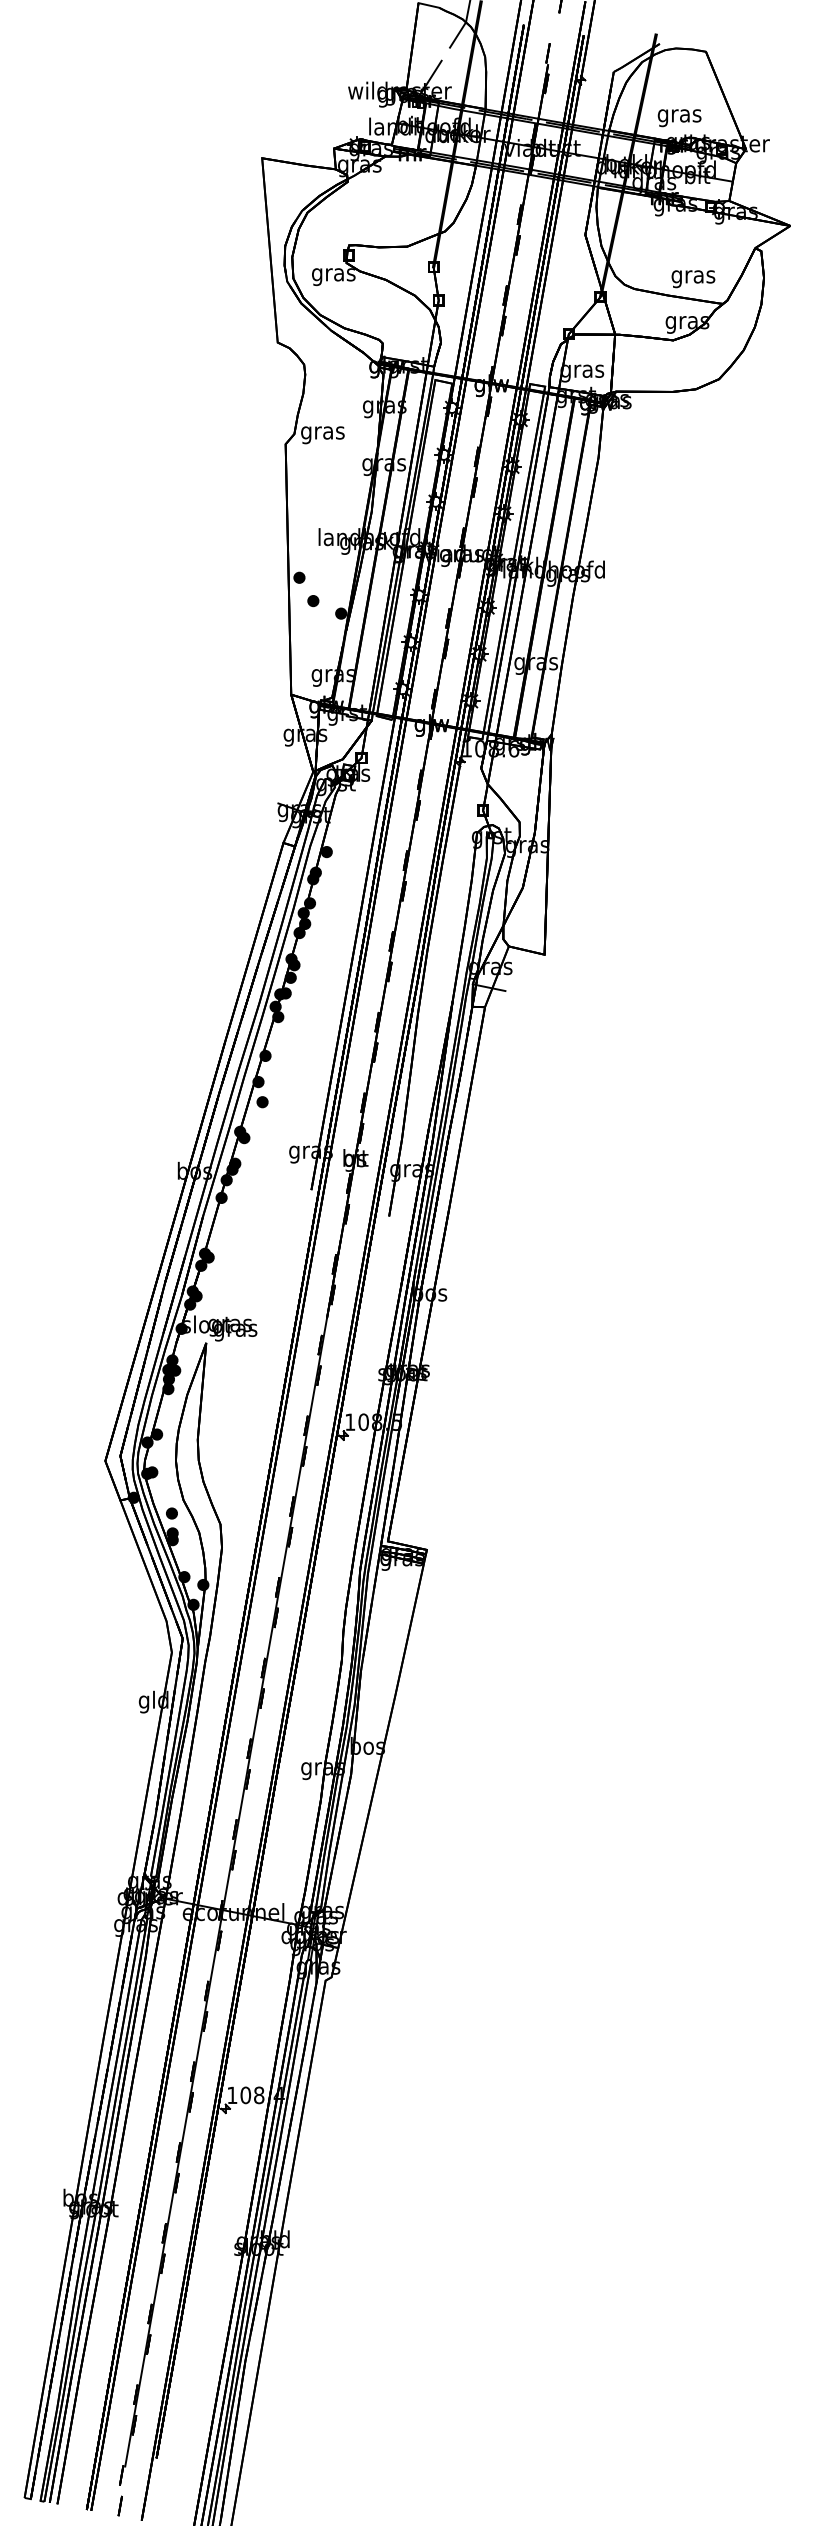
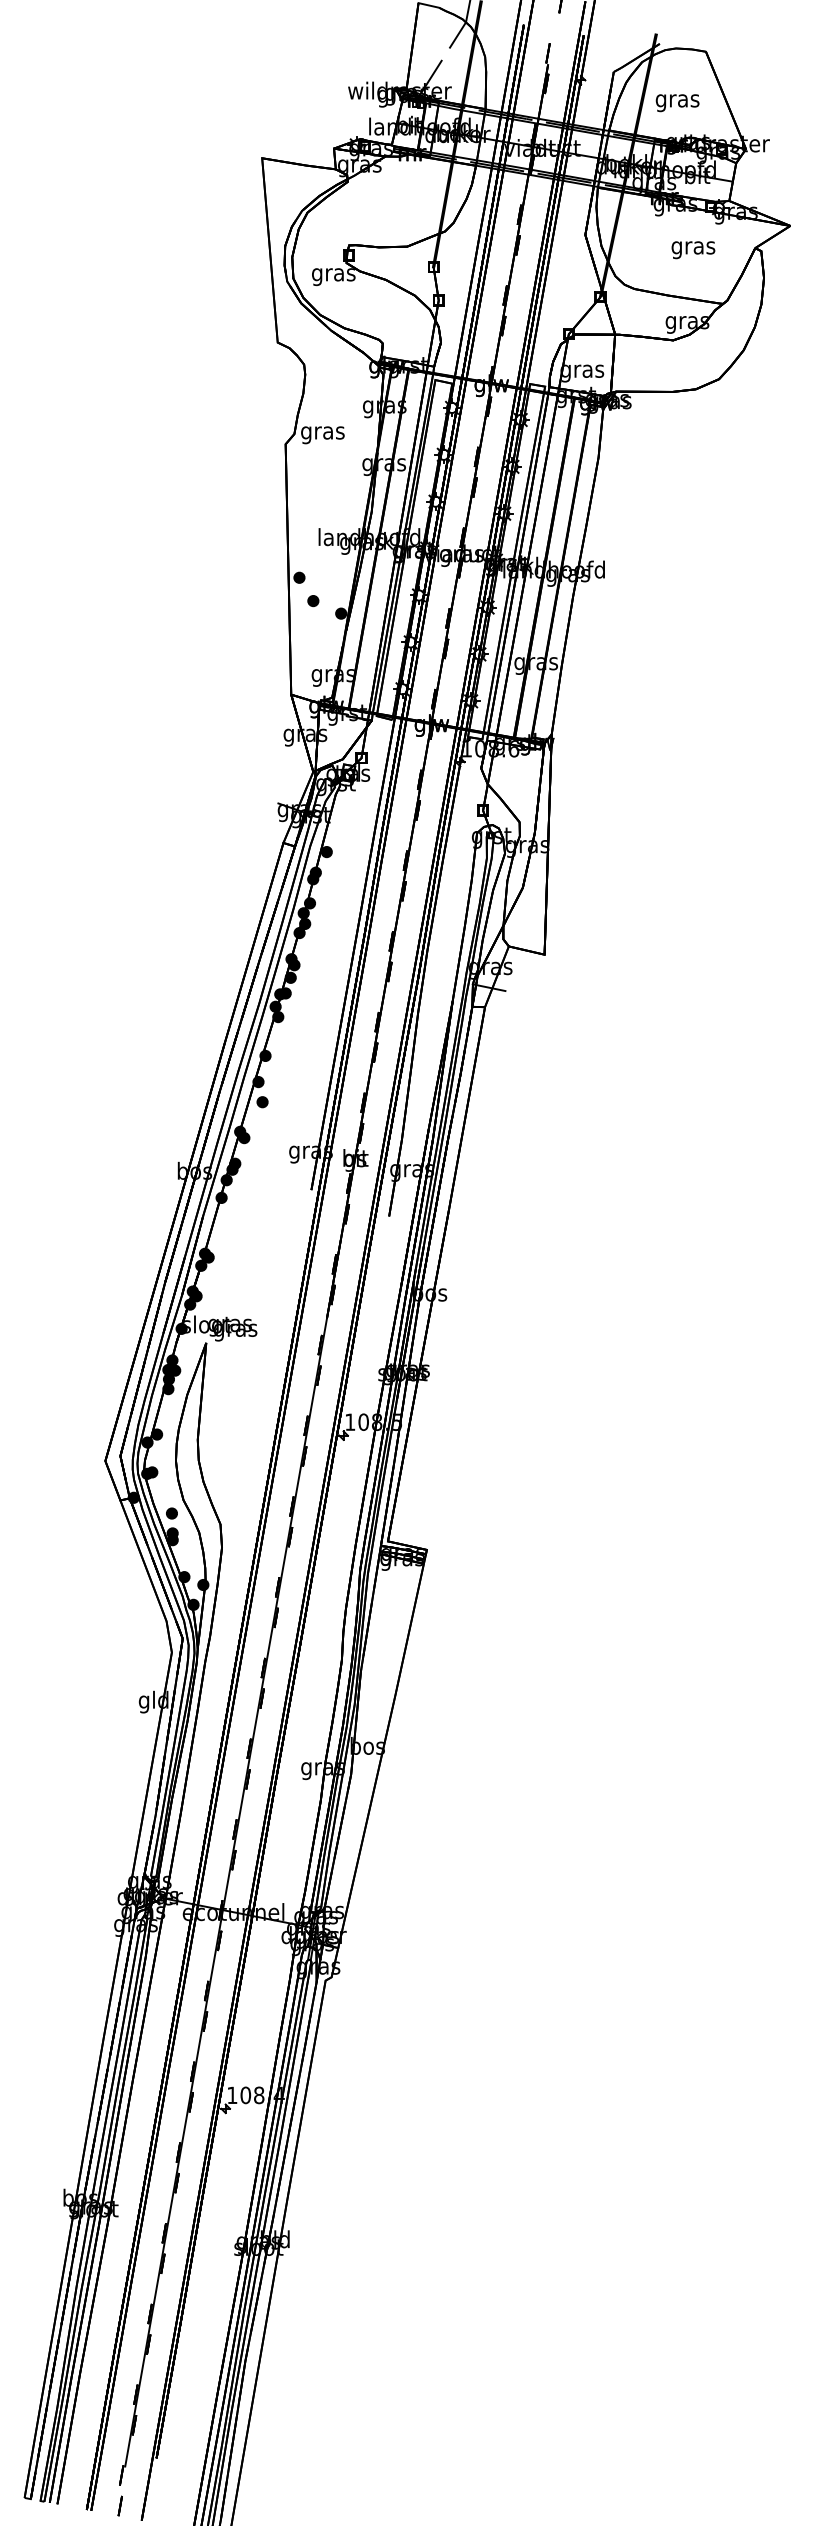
text at (679, 118) position: (679, 118) -> (677, 103)
text at (693, 279) position: (693, 279) -> (693, 250)
